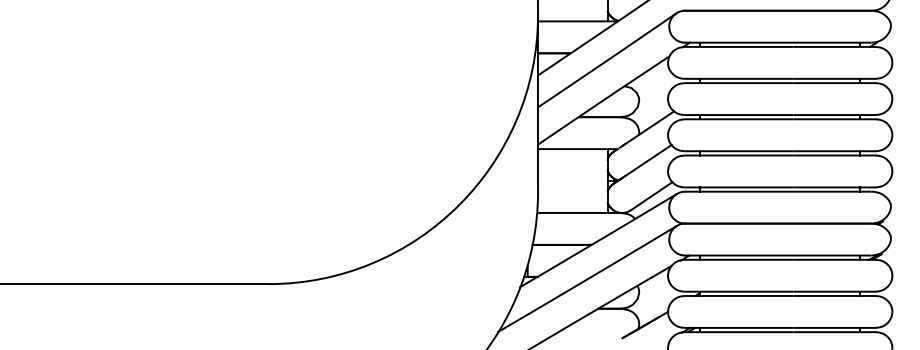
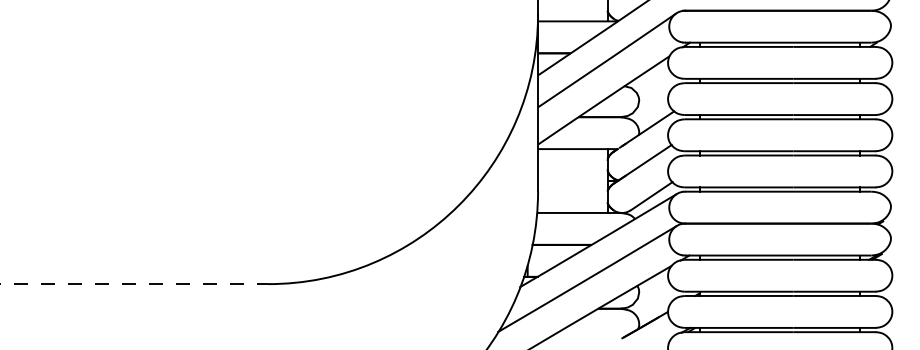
line at (134, 284): solid -> dashed
